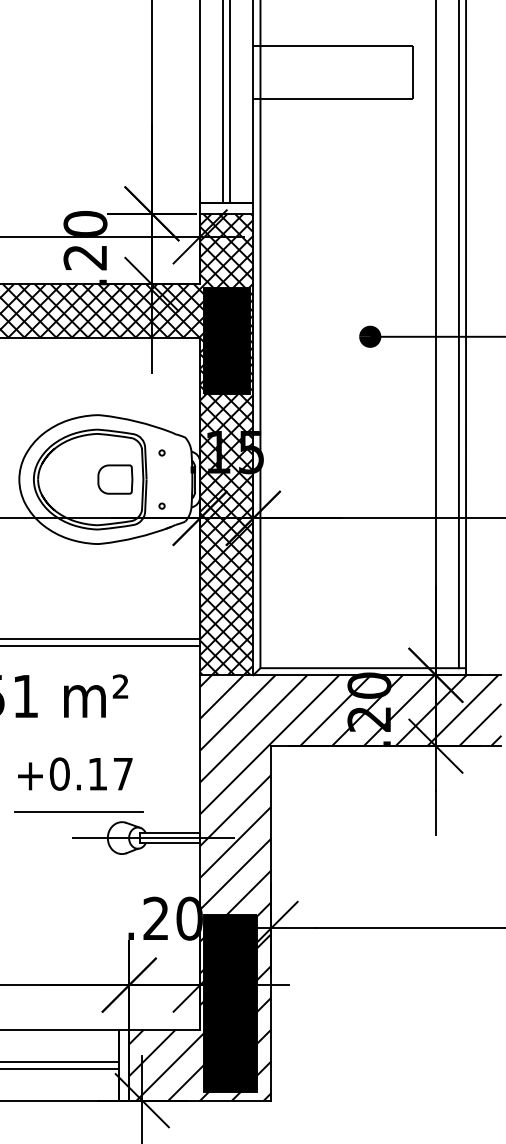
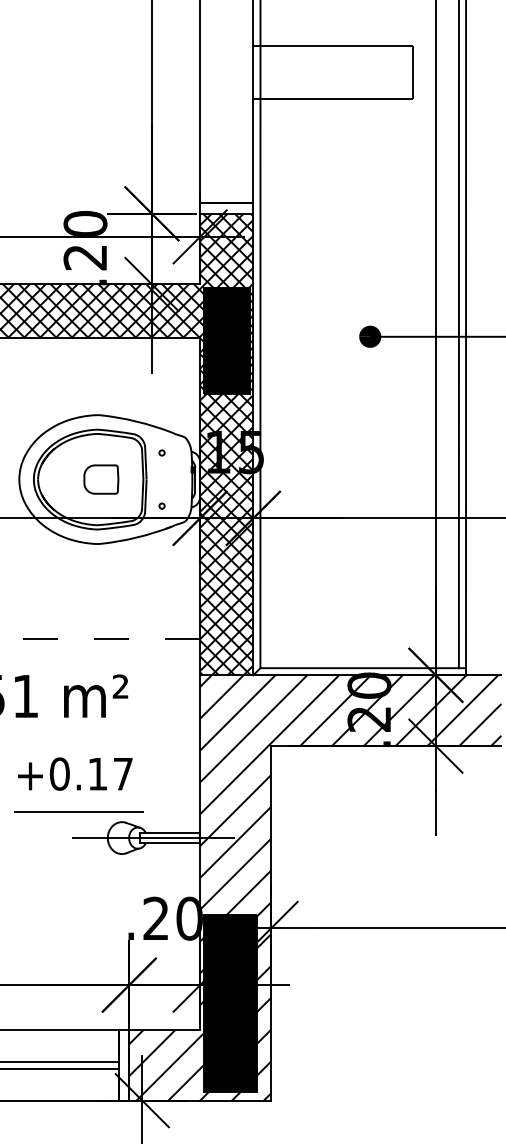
line at (223, 102): present -> none
line at (230, 102): present -> none
part at (115, 479) position: (115, 479) -> (101, 479)
line at (100, 639): solid -> dashed
line at (101, 646): present -> none
